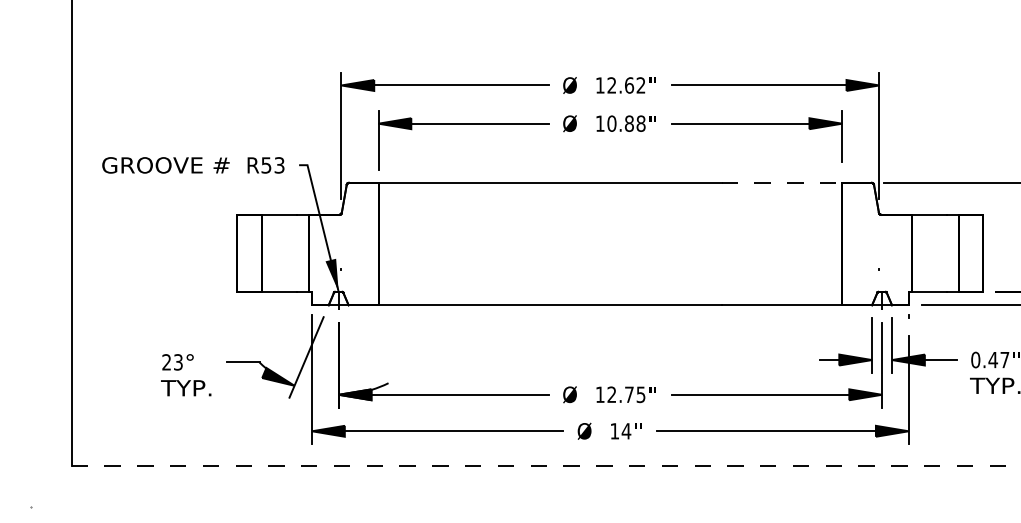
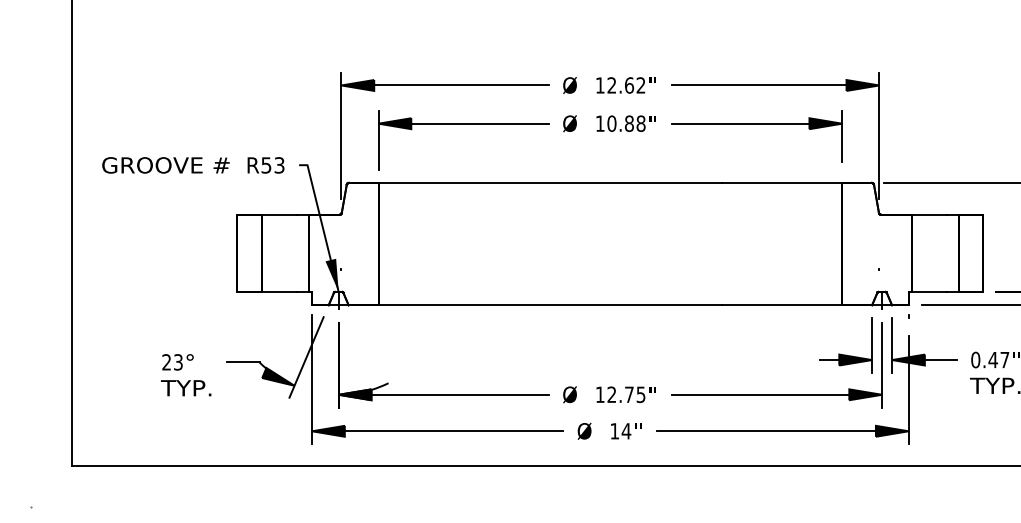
line at (782, 182): dashed -> solid
line at (546, 466): dashed -> solid
